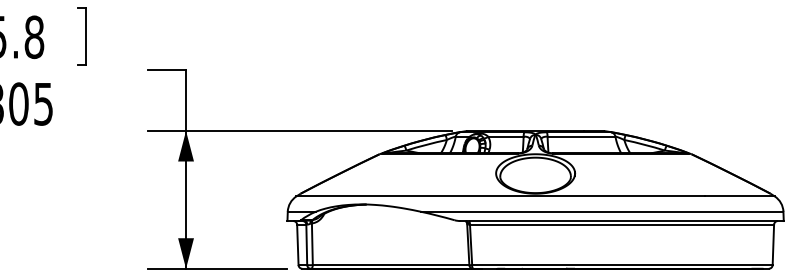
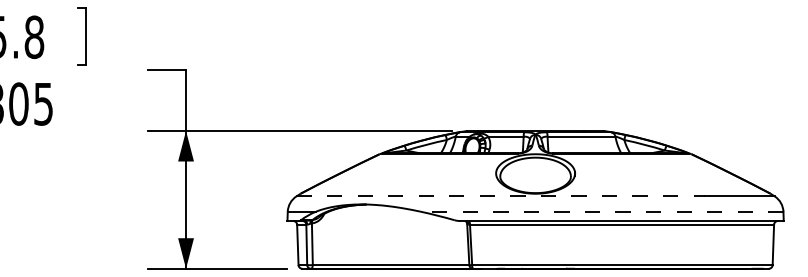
line at (501, 196): solid -> dashed
line at (601, 211): solid -> dashed
